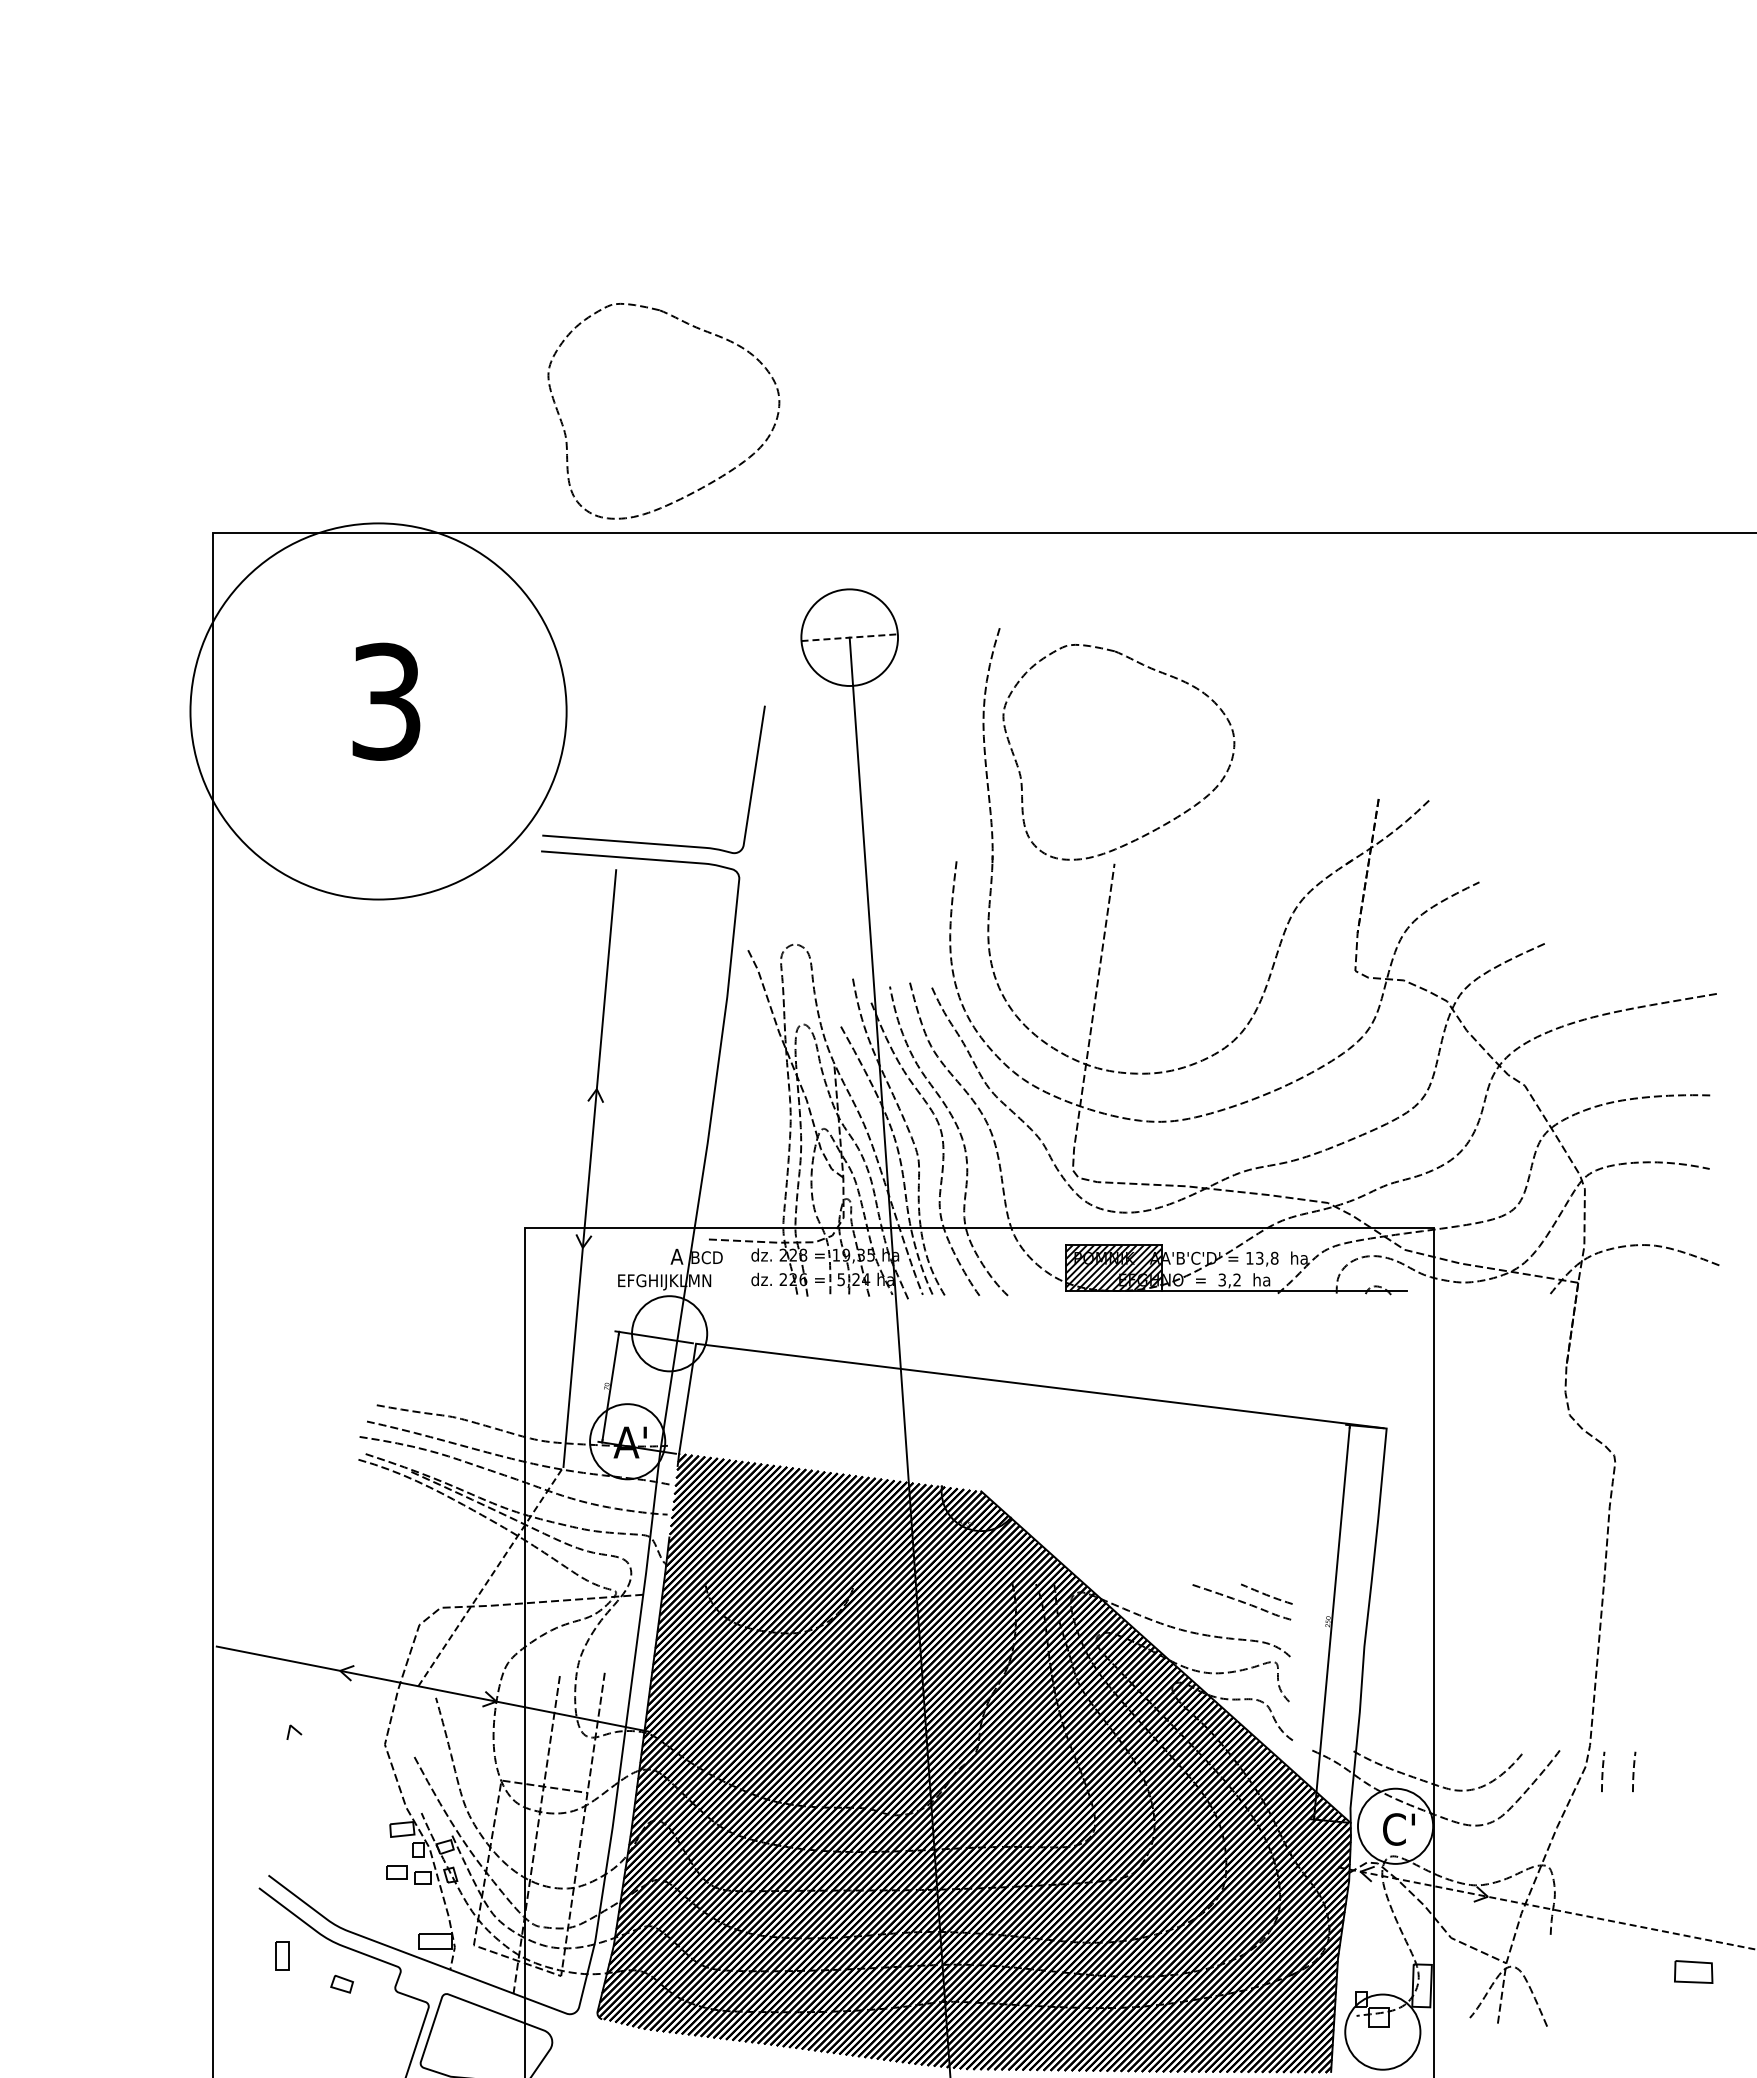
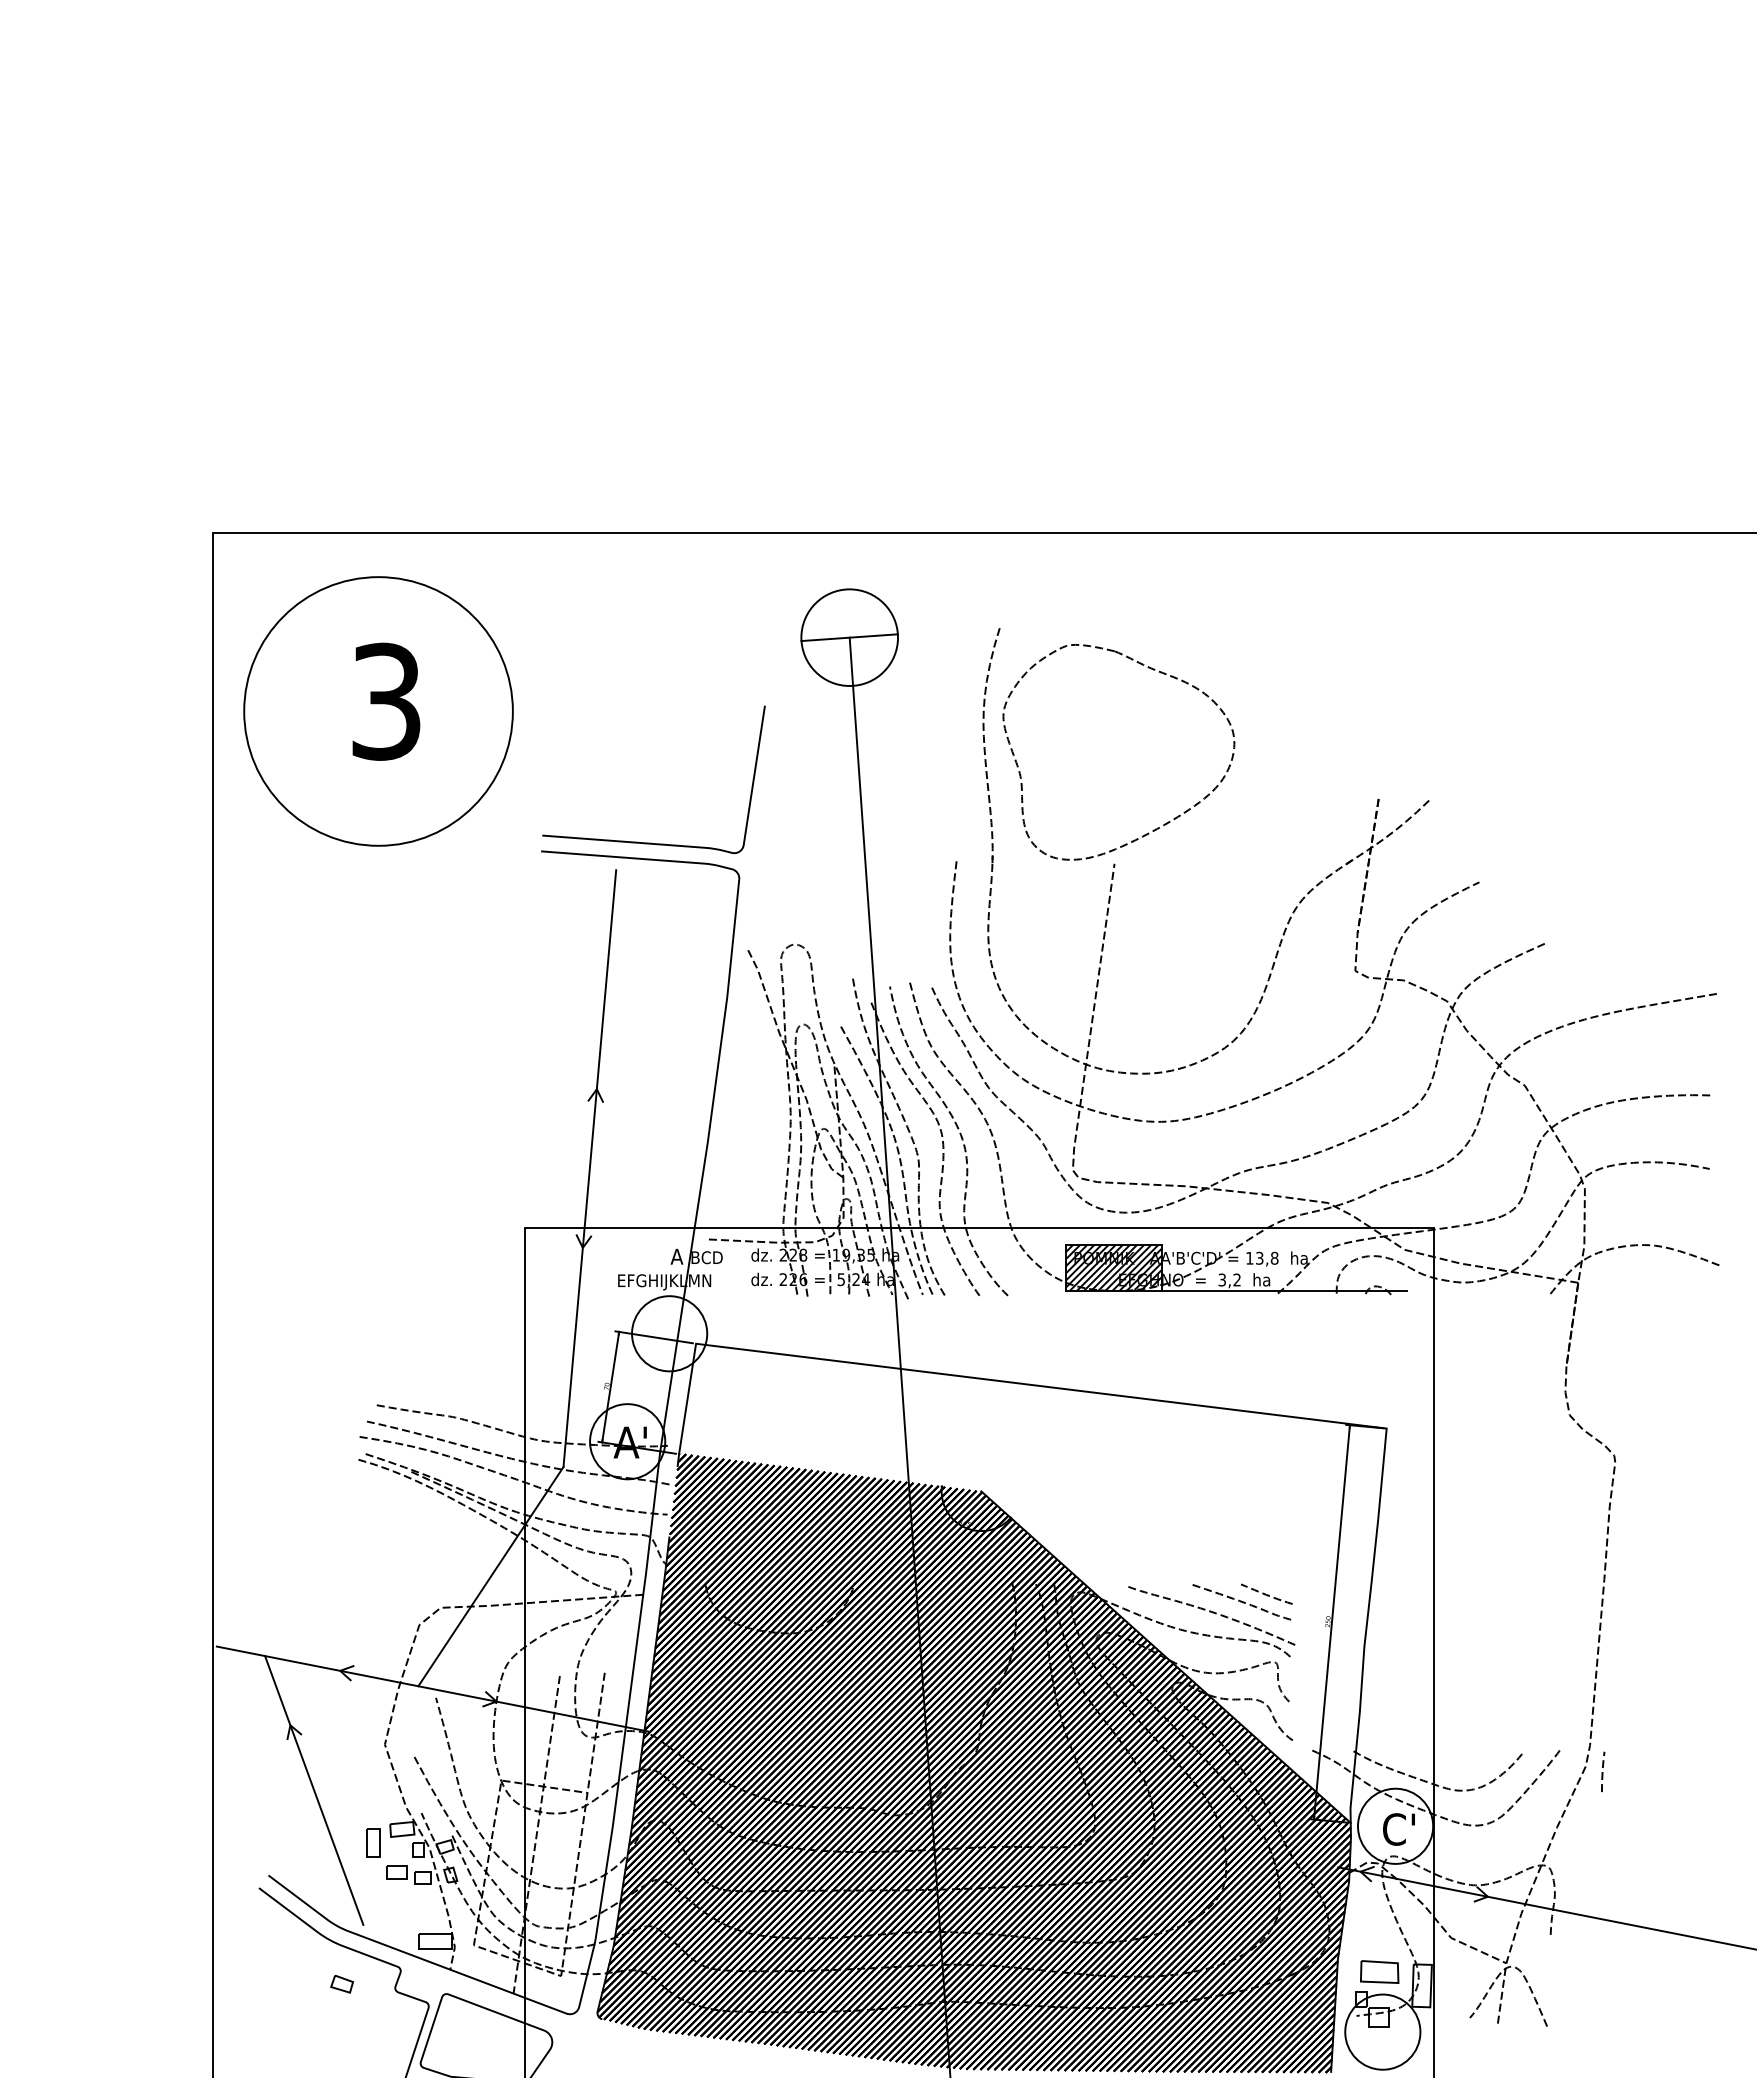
part at (700, 487): present -> none
line at (850, 637): dashed -> solid
circle at (378, 711) diameter: 376 px -> 269 px
line at (491, 1576): dashed -> solid
curve at (1212, 1613): none -> present
line at (1634, 1772): present -> none
line at (314, 1790): none -> present
line at (1547, 1908): dashed -> solid
part at (282, 1955) position: (282, 1955) -> (373, 1842)
part at (1693, 1971) position: (1693, 1971) -> (1379, 1971)
